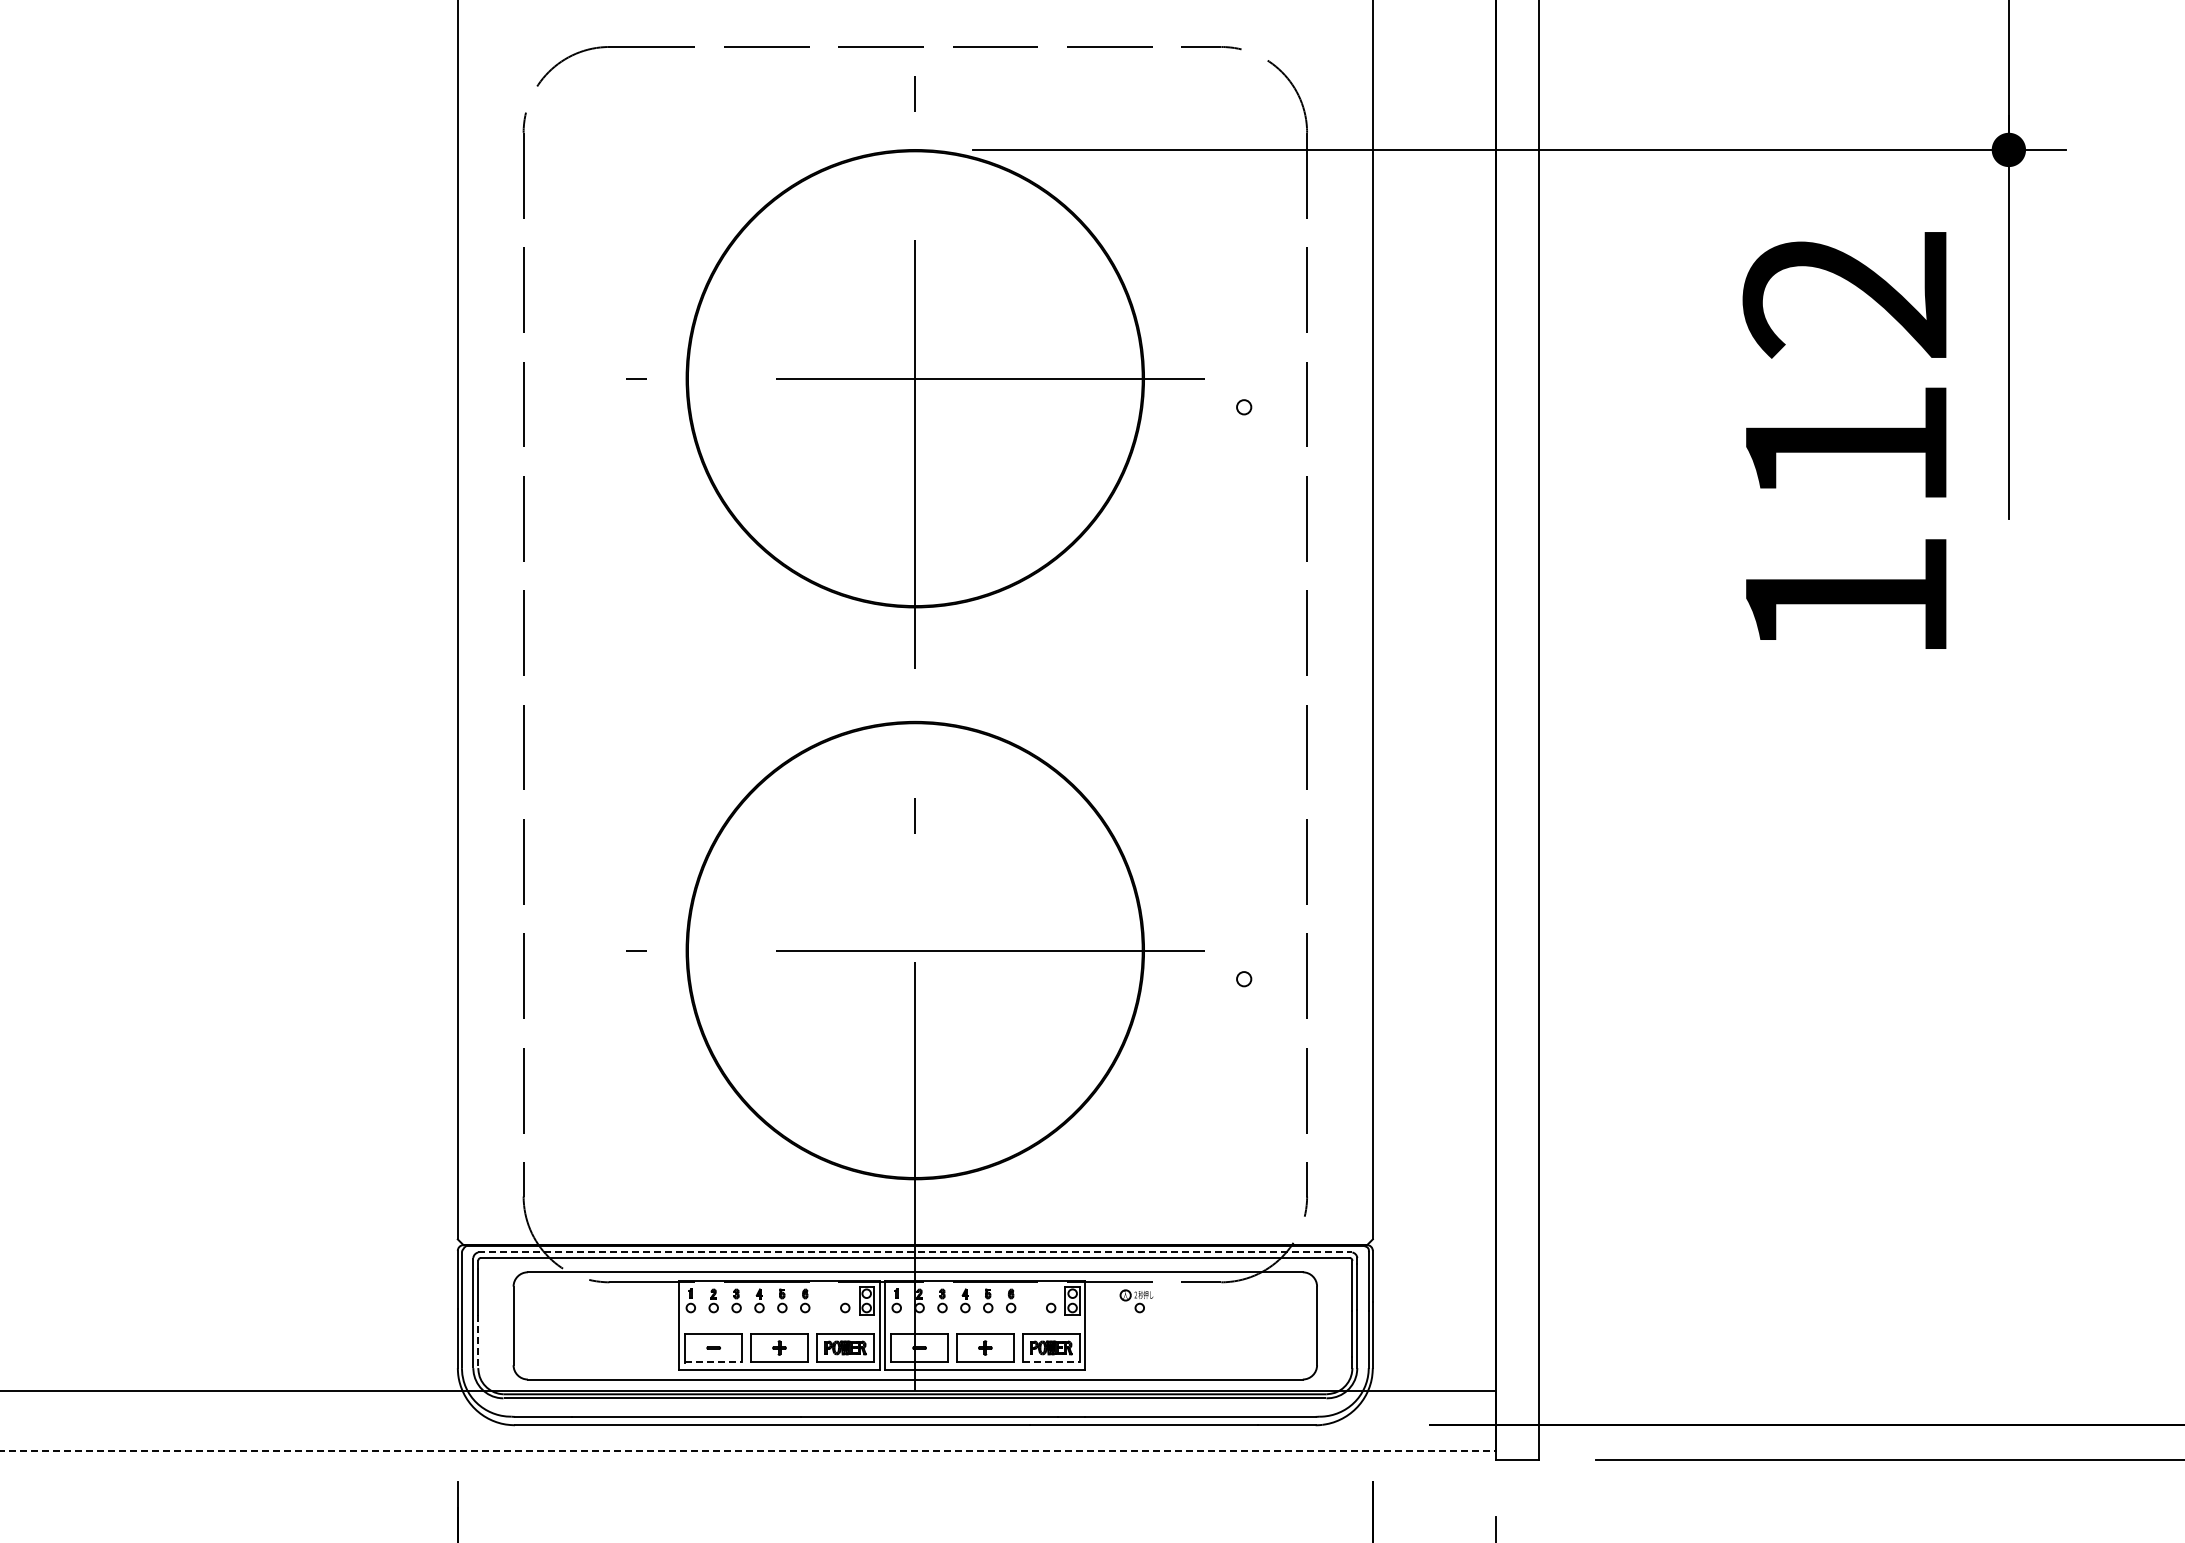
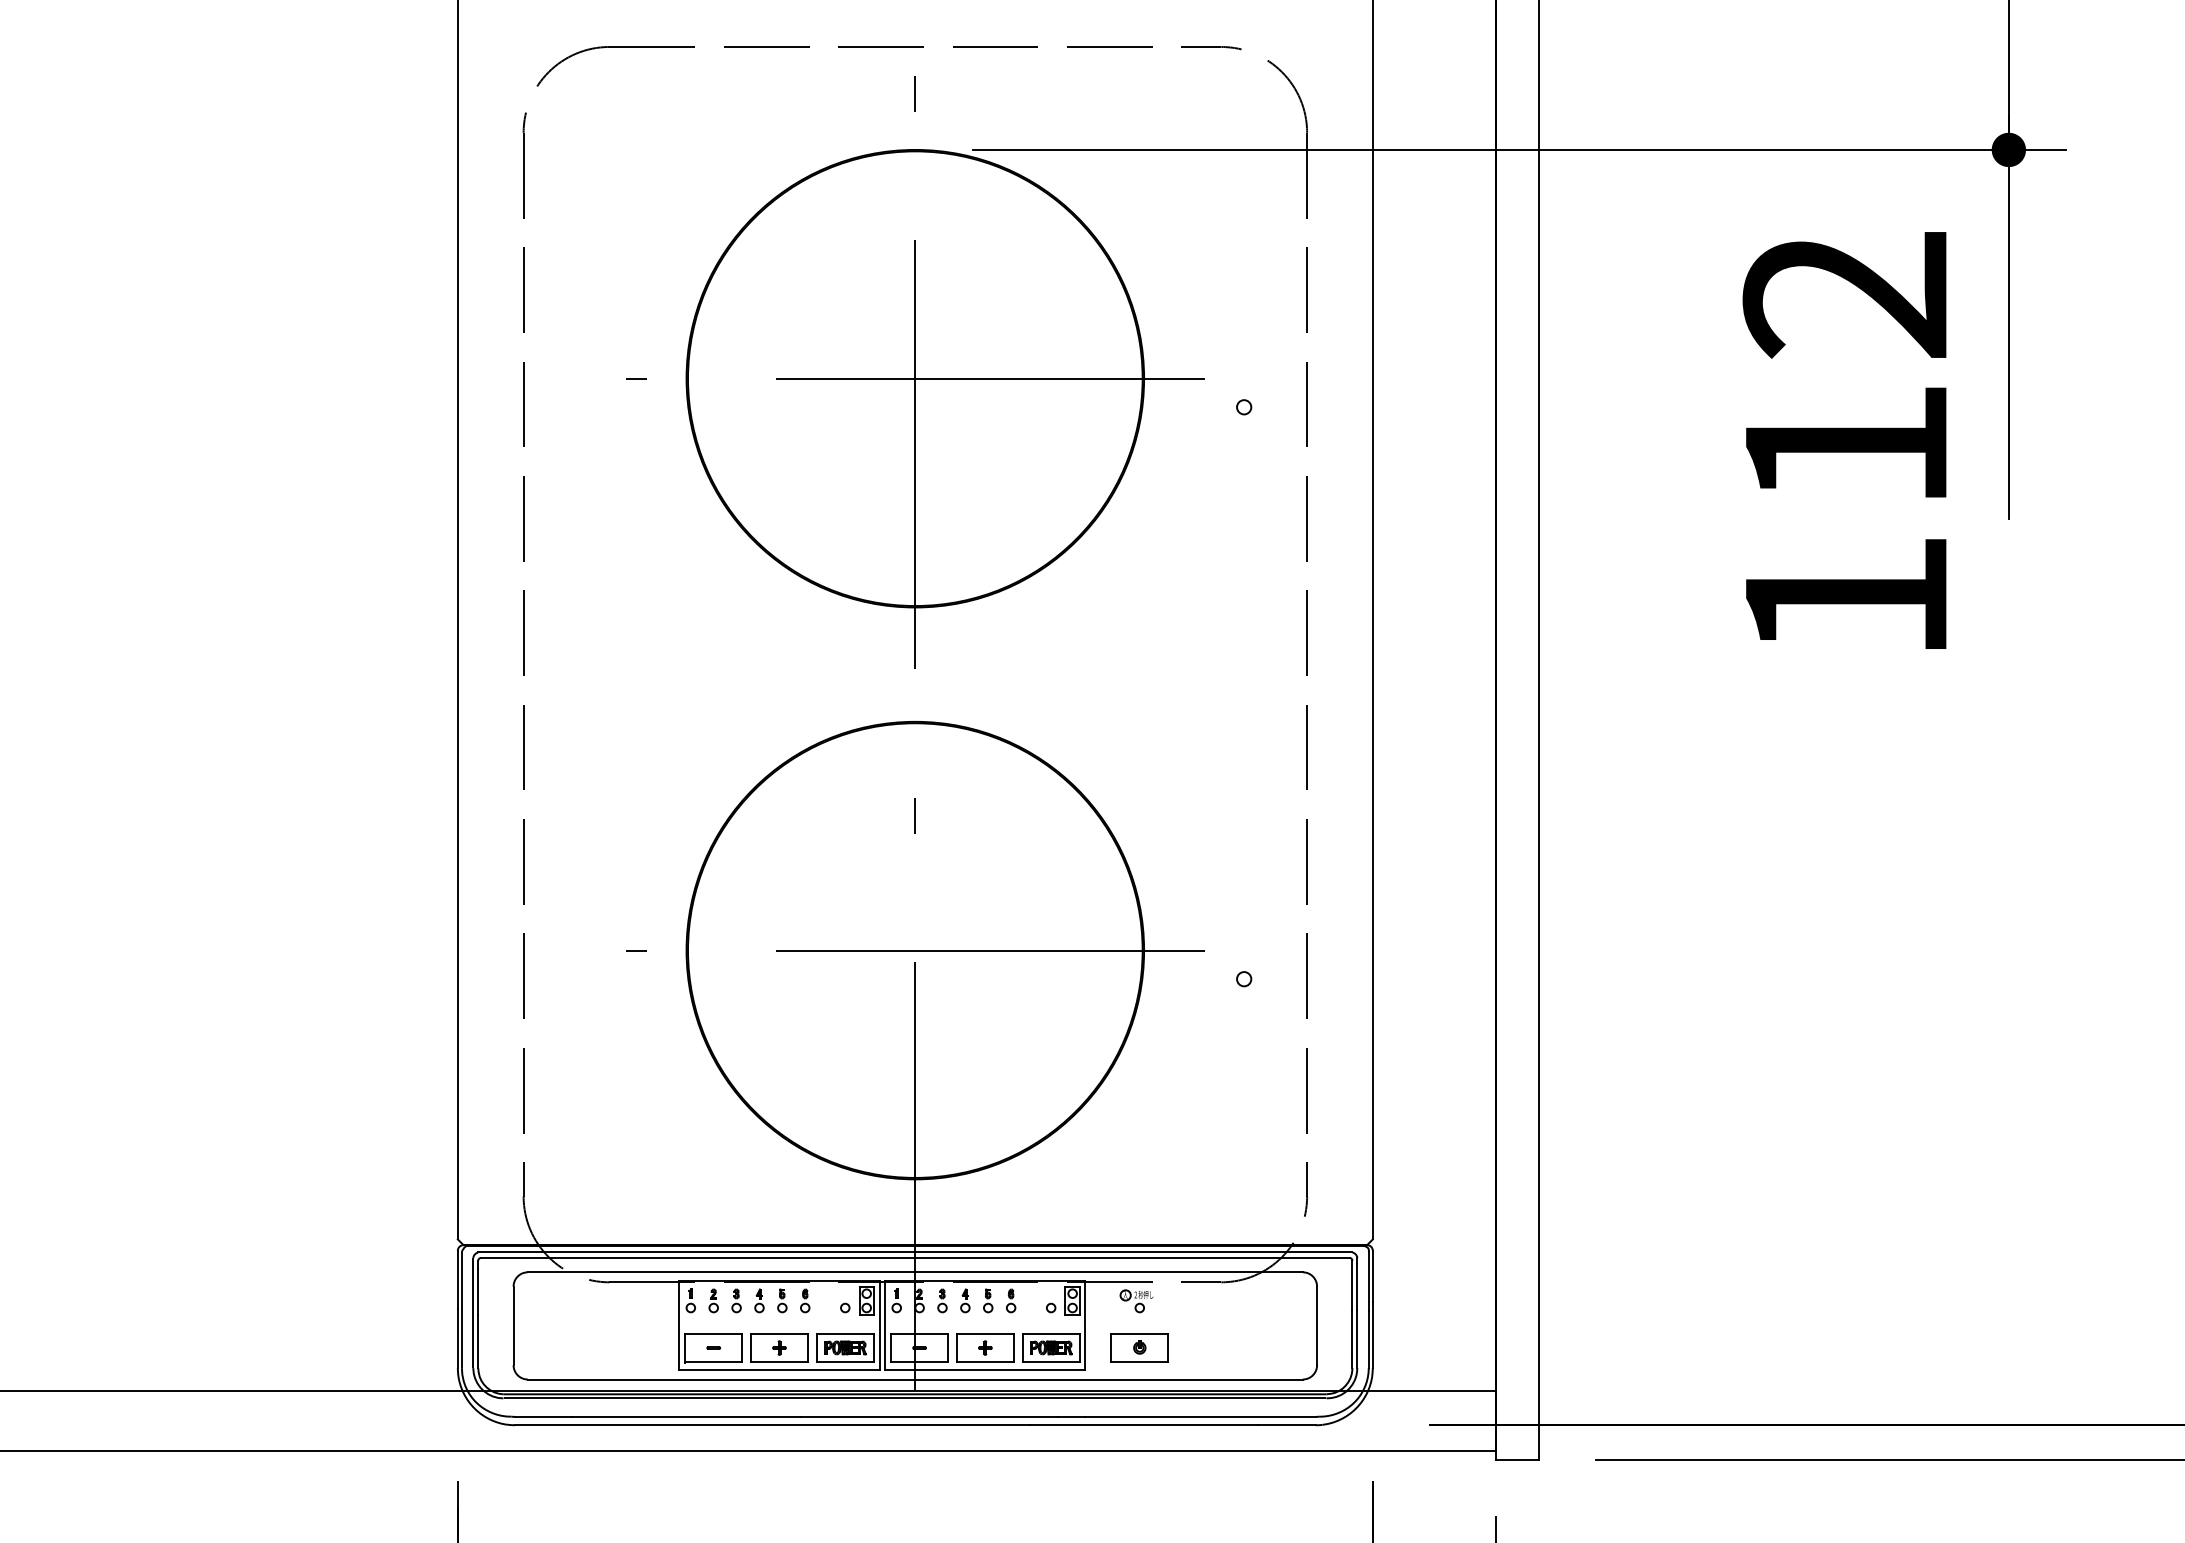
line at (915, 1252): dashed -> solid
line at (478, 1342): dashed -> solid
part at (1139, 1347): none -> present
line at (713, 1362): dashed -> solid
line at (1051, 1362): dashed -> solid
line at (748, 1451): dashed -> solid
